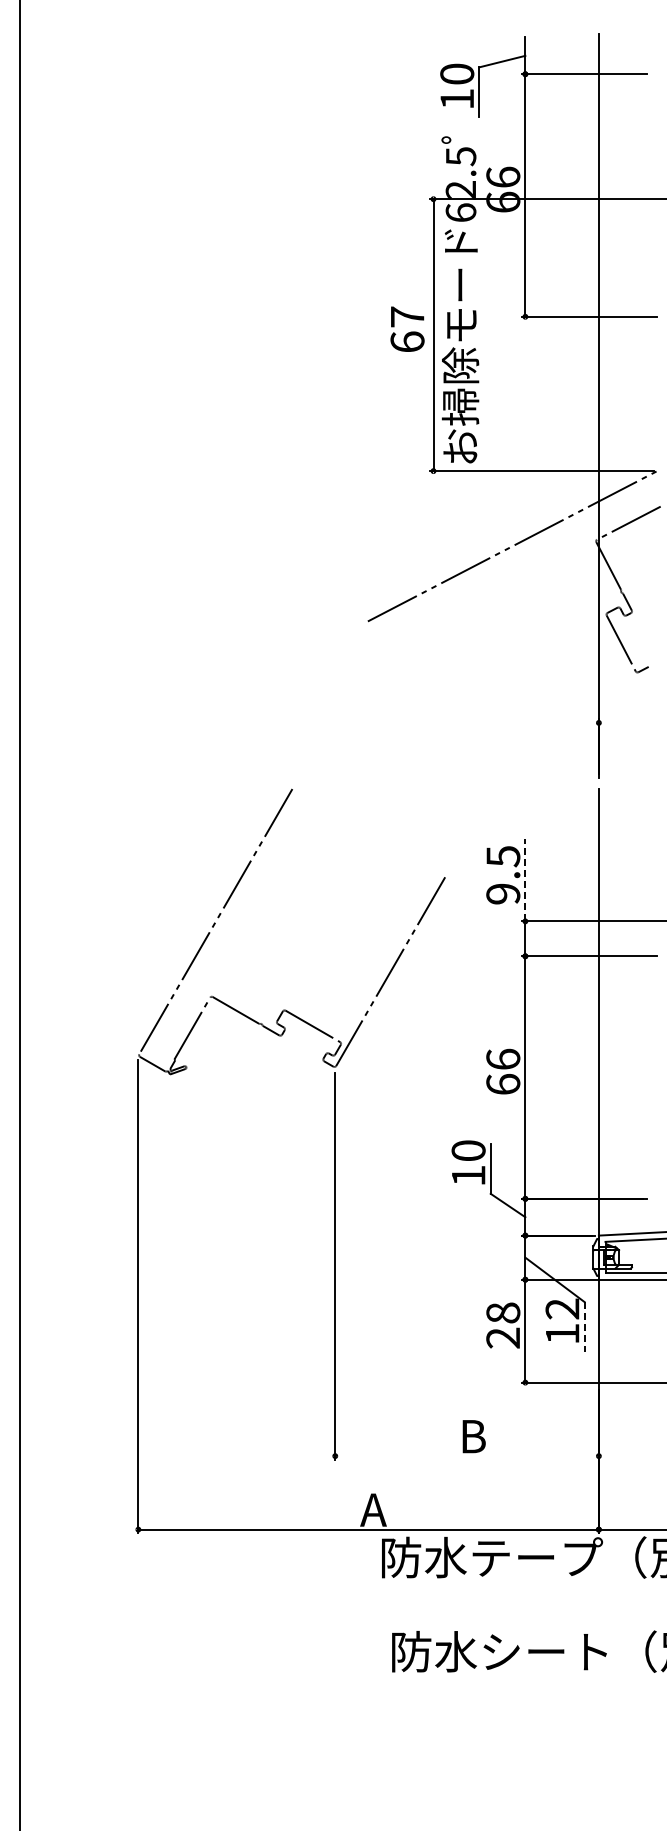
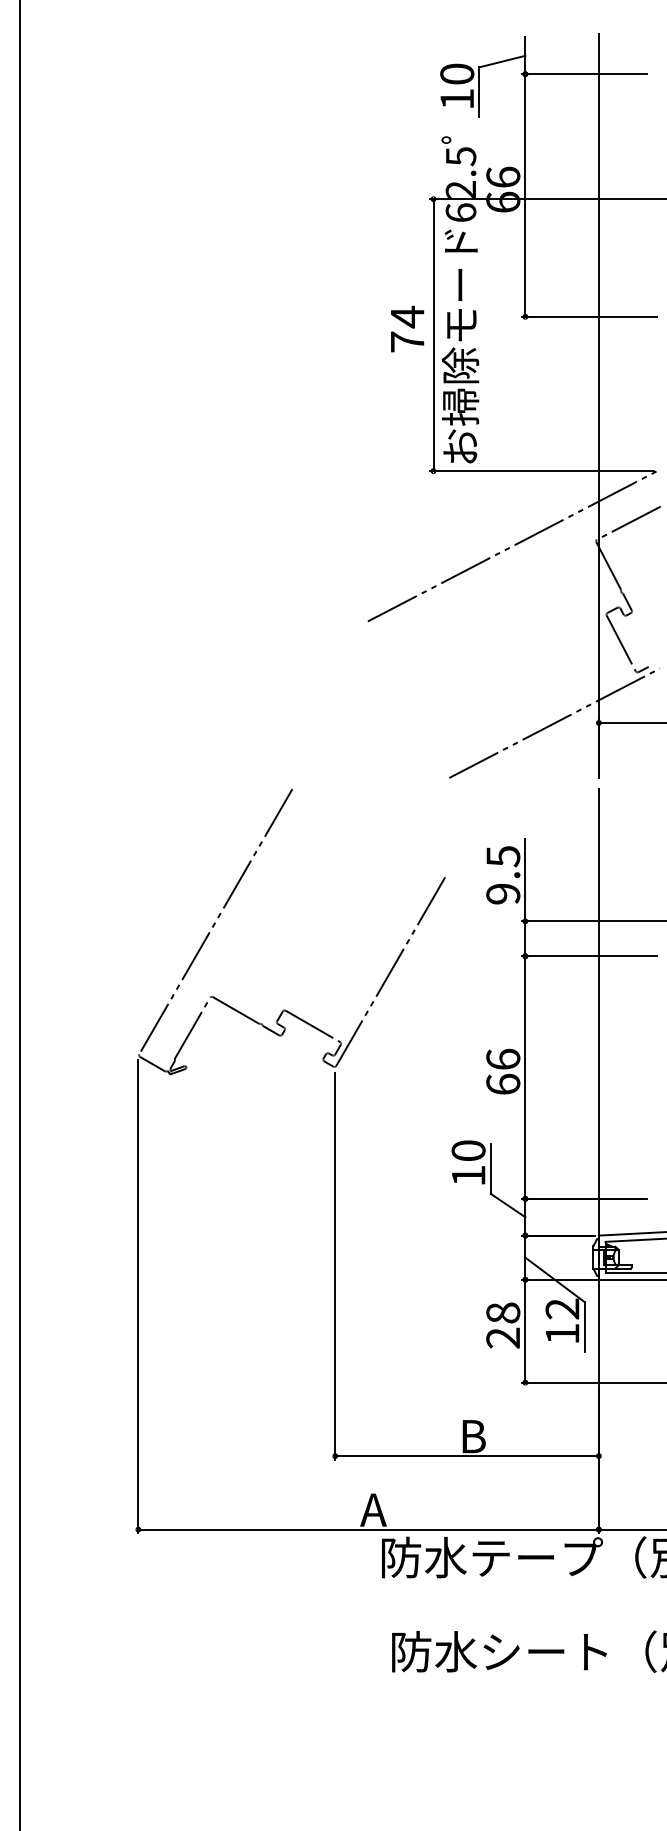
text at (407, 328): 67 -> 74
line at (630, 722): none -> present
line at (554, 723): none -> present
line at (525, 879): dashed -> solid
line at (584, 1327): dashed -> solid
line at (466, 1456): none -> present
